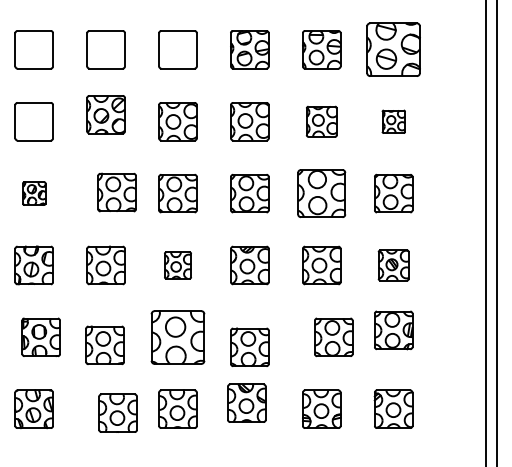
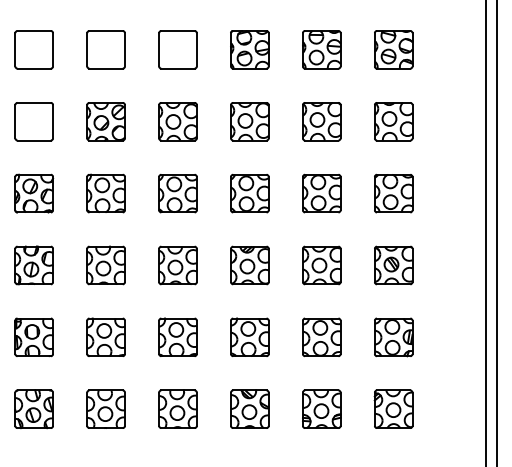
part at (393, 49) size: 55x55 px -> 40x40 px
part at (105, 114) position: (105, 114) -> (105, 121)
part at (321, 121) size: 32x33 px -> 40x40 px
part at (393, 121) size: 25x25 px -> 40x40 px
part at (116, 192) position: (116, 192) -> (105, 193)
part at (34, 193) size: 25x25 px -> 41x41 px
part at (321, 193) size: 50x49 px -> 40x41 px
part at (177, 265) size: 28x29 px -> 40x41 px
part at (393, 265) size: 33x33 px -> 40x41 px
part at (393, 330) position: (393, 330) -> (393, 337)
part at (40, 337) position: (40, 337) -> (33, 337)
part at (177, 337) size: 56x55 px -> 40x40 px
part at (333, 337) position: (333, 337) -> (321, 337)
part at (104, 344) position: (104, 344) -> (105, 336)
part at (249, 346) position: (249, 346) -> (249, 336)
part at (246, 402) position: (246, 402) -> (249, 408)
part at (117, 412) position: (117, 412) -> (105, 408)
